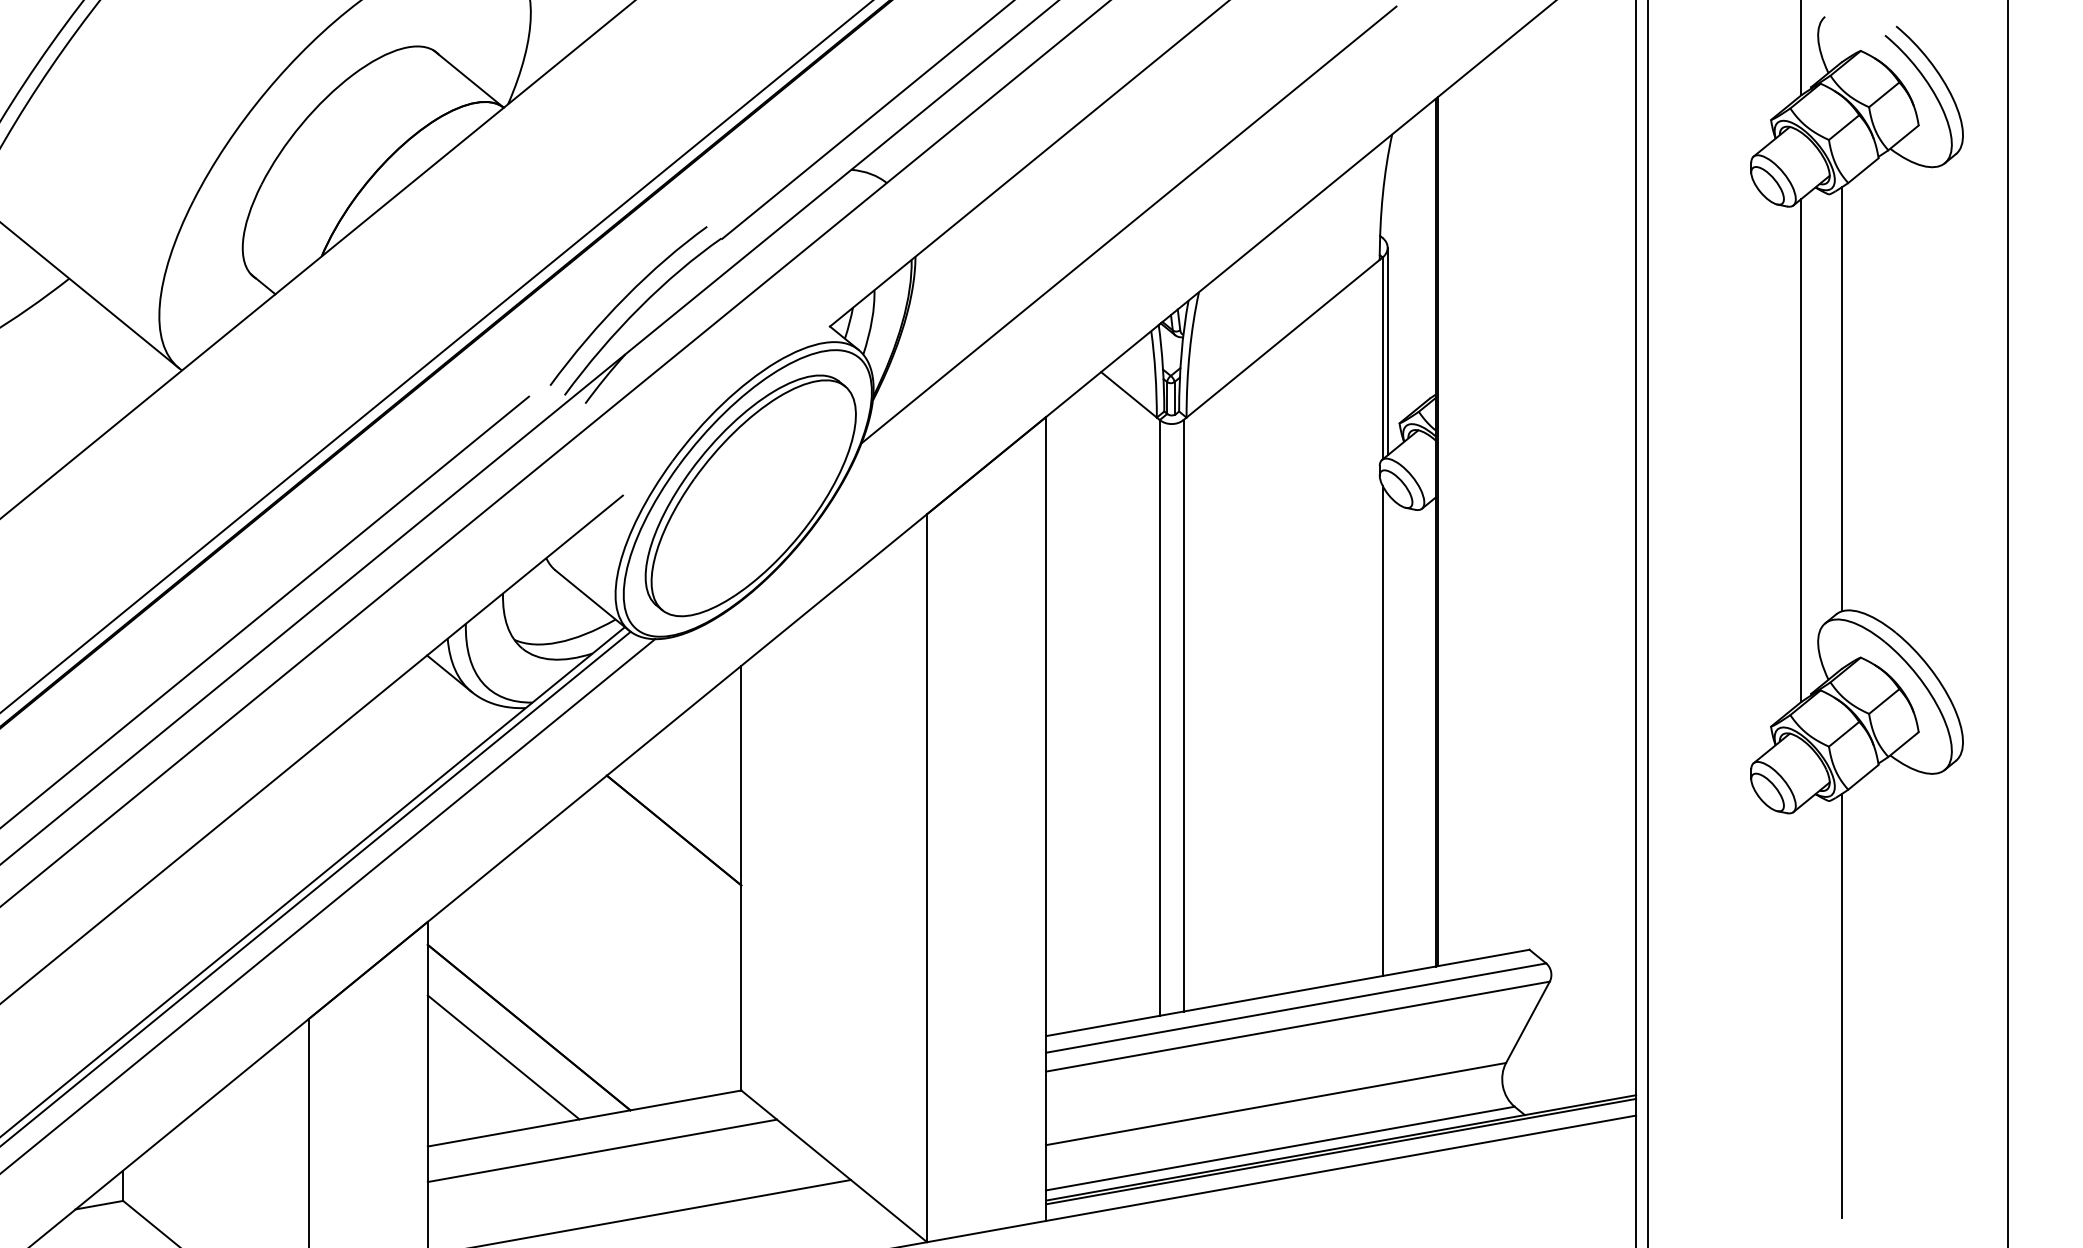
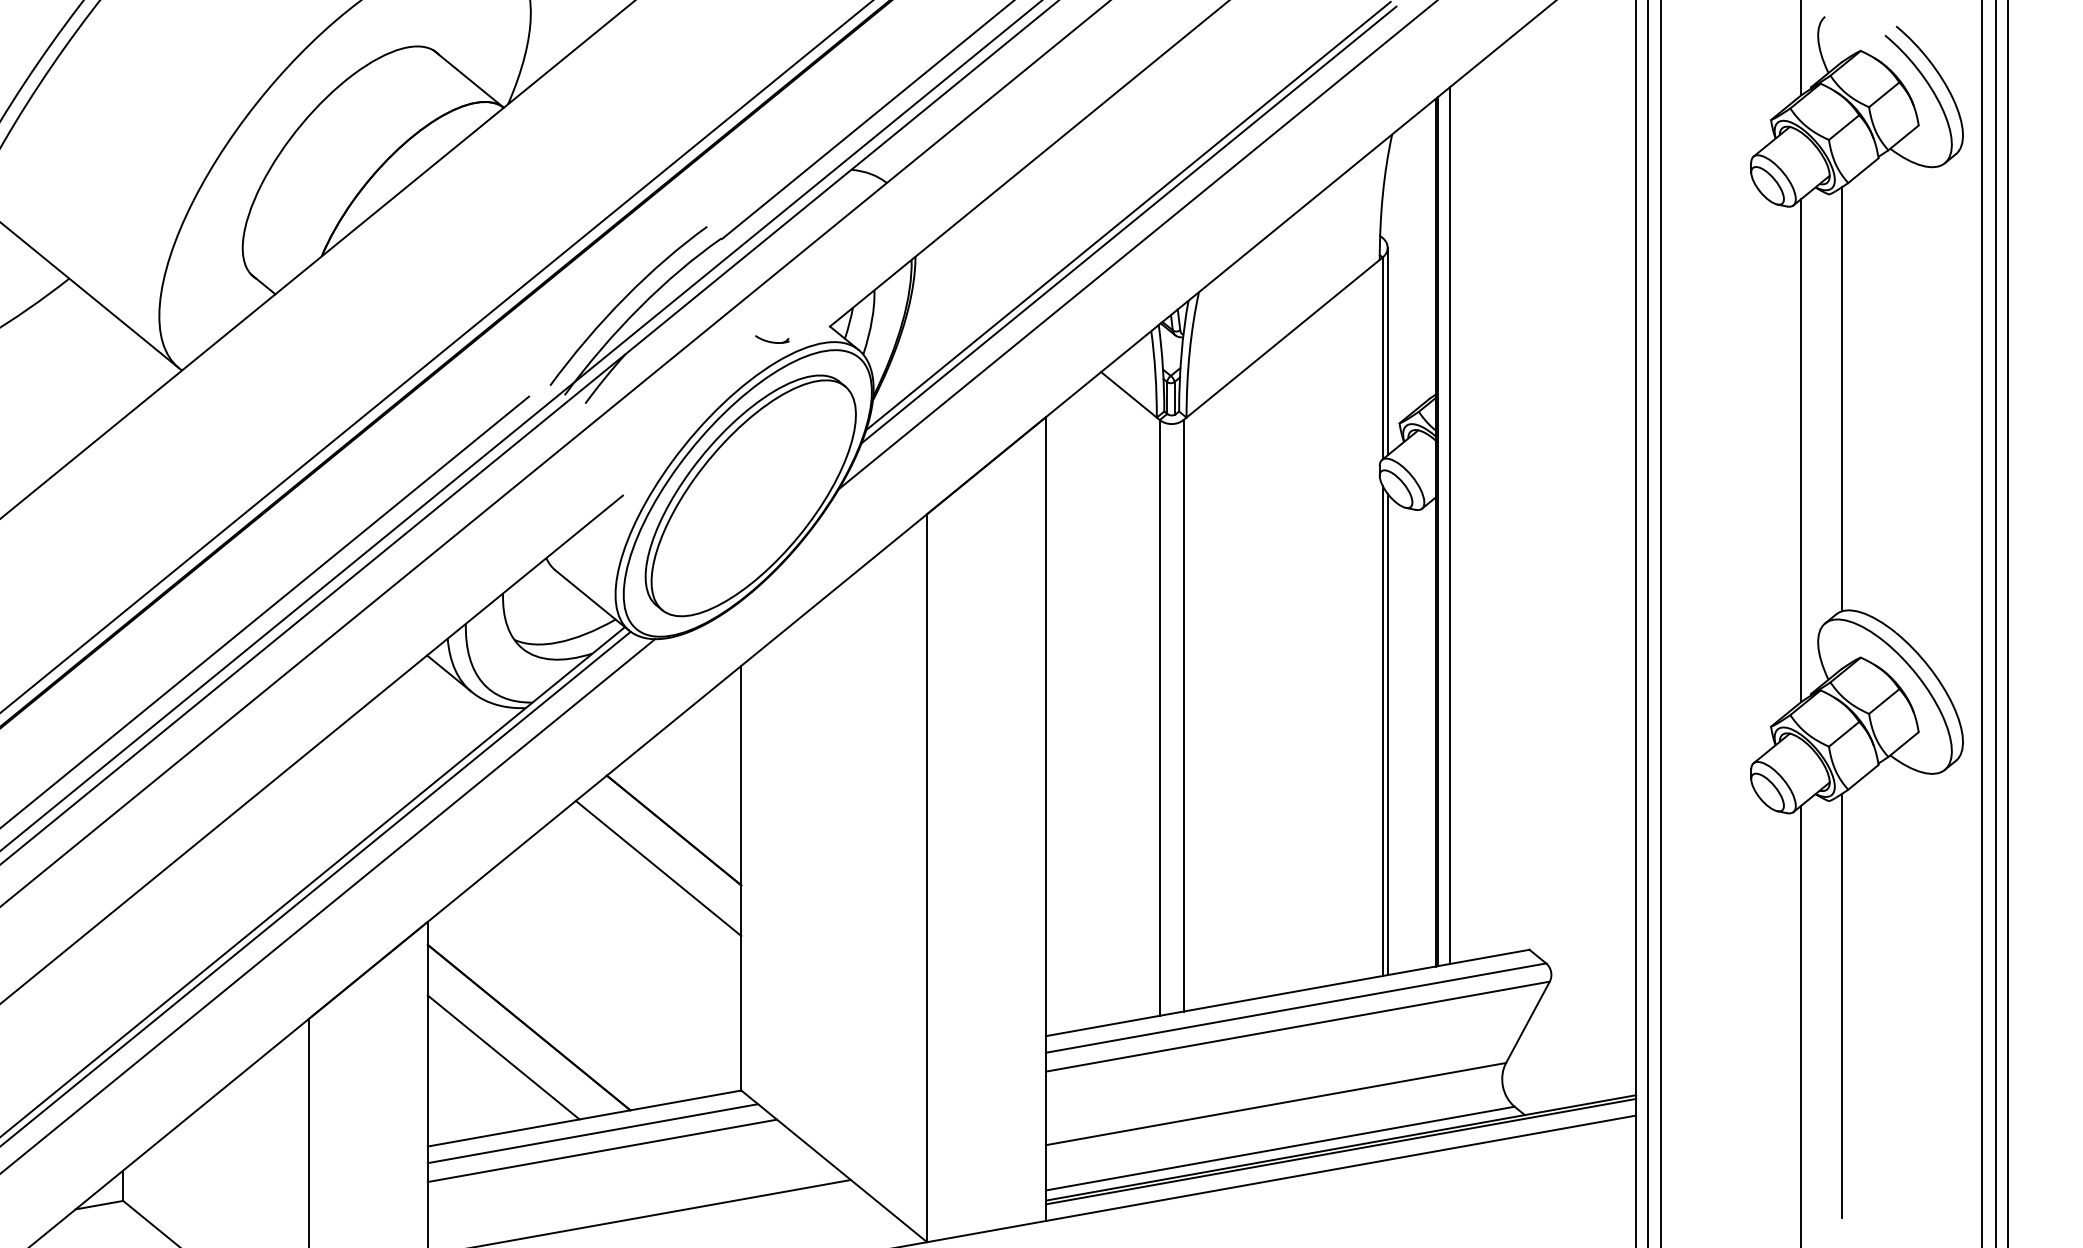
line at (1127, 216): none -> present
line at (1136, 245): none -> present
part at (772, 339): none -> present
line at (520, 425): none -> present
line at (1450, 524): none -> present
line at (1661, 623): none -> present
line at (1982, 623): none -> present
line at (1995, 623): none -> present
line at (1387, 734): none -> present
line at (658, 868): none -> present
line at (1801, 1024): none -> present
line at (592, 1133): none -> present
